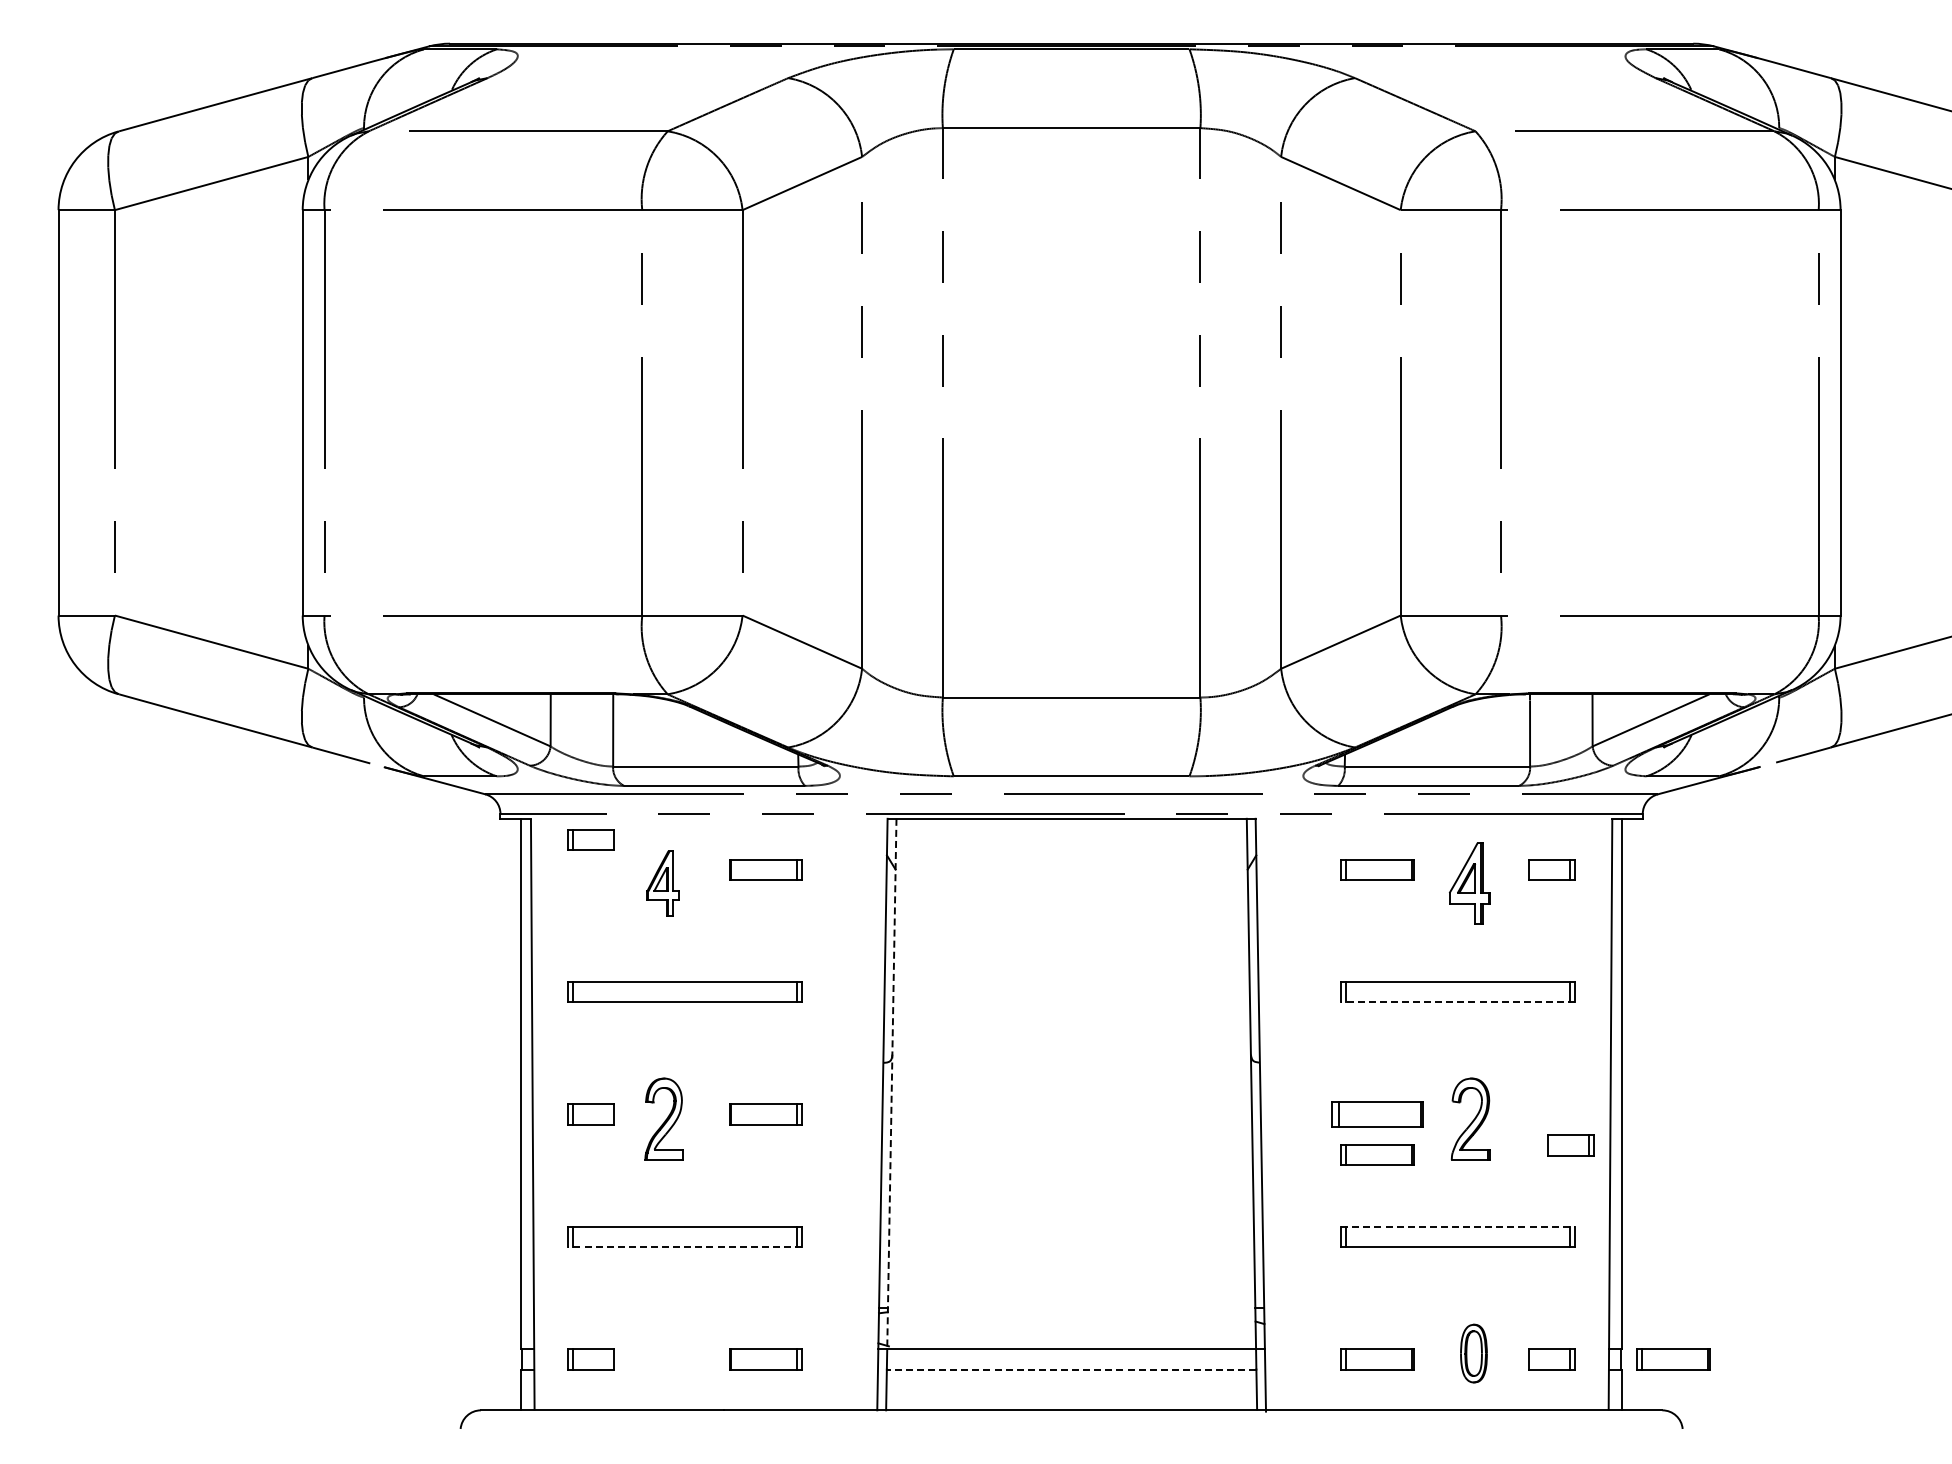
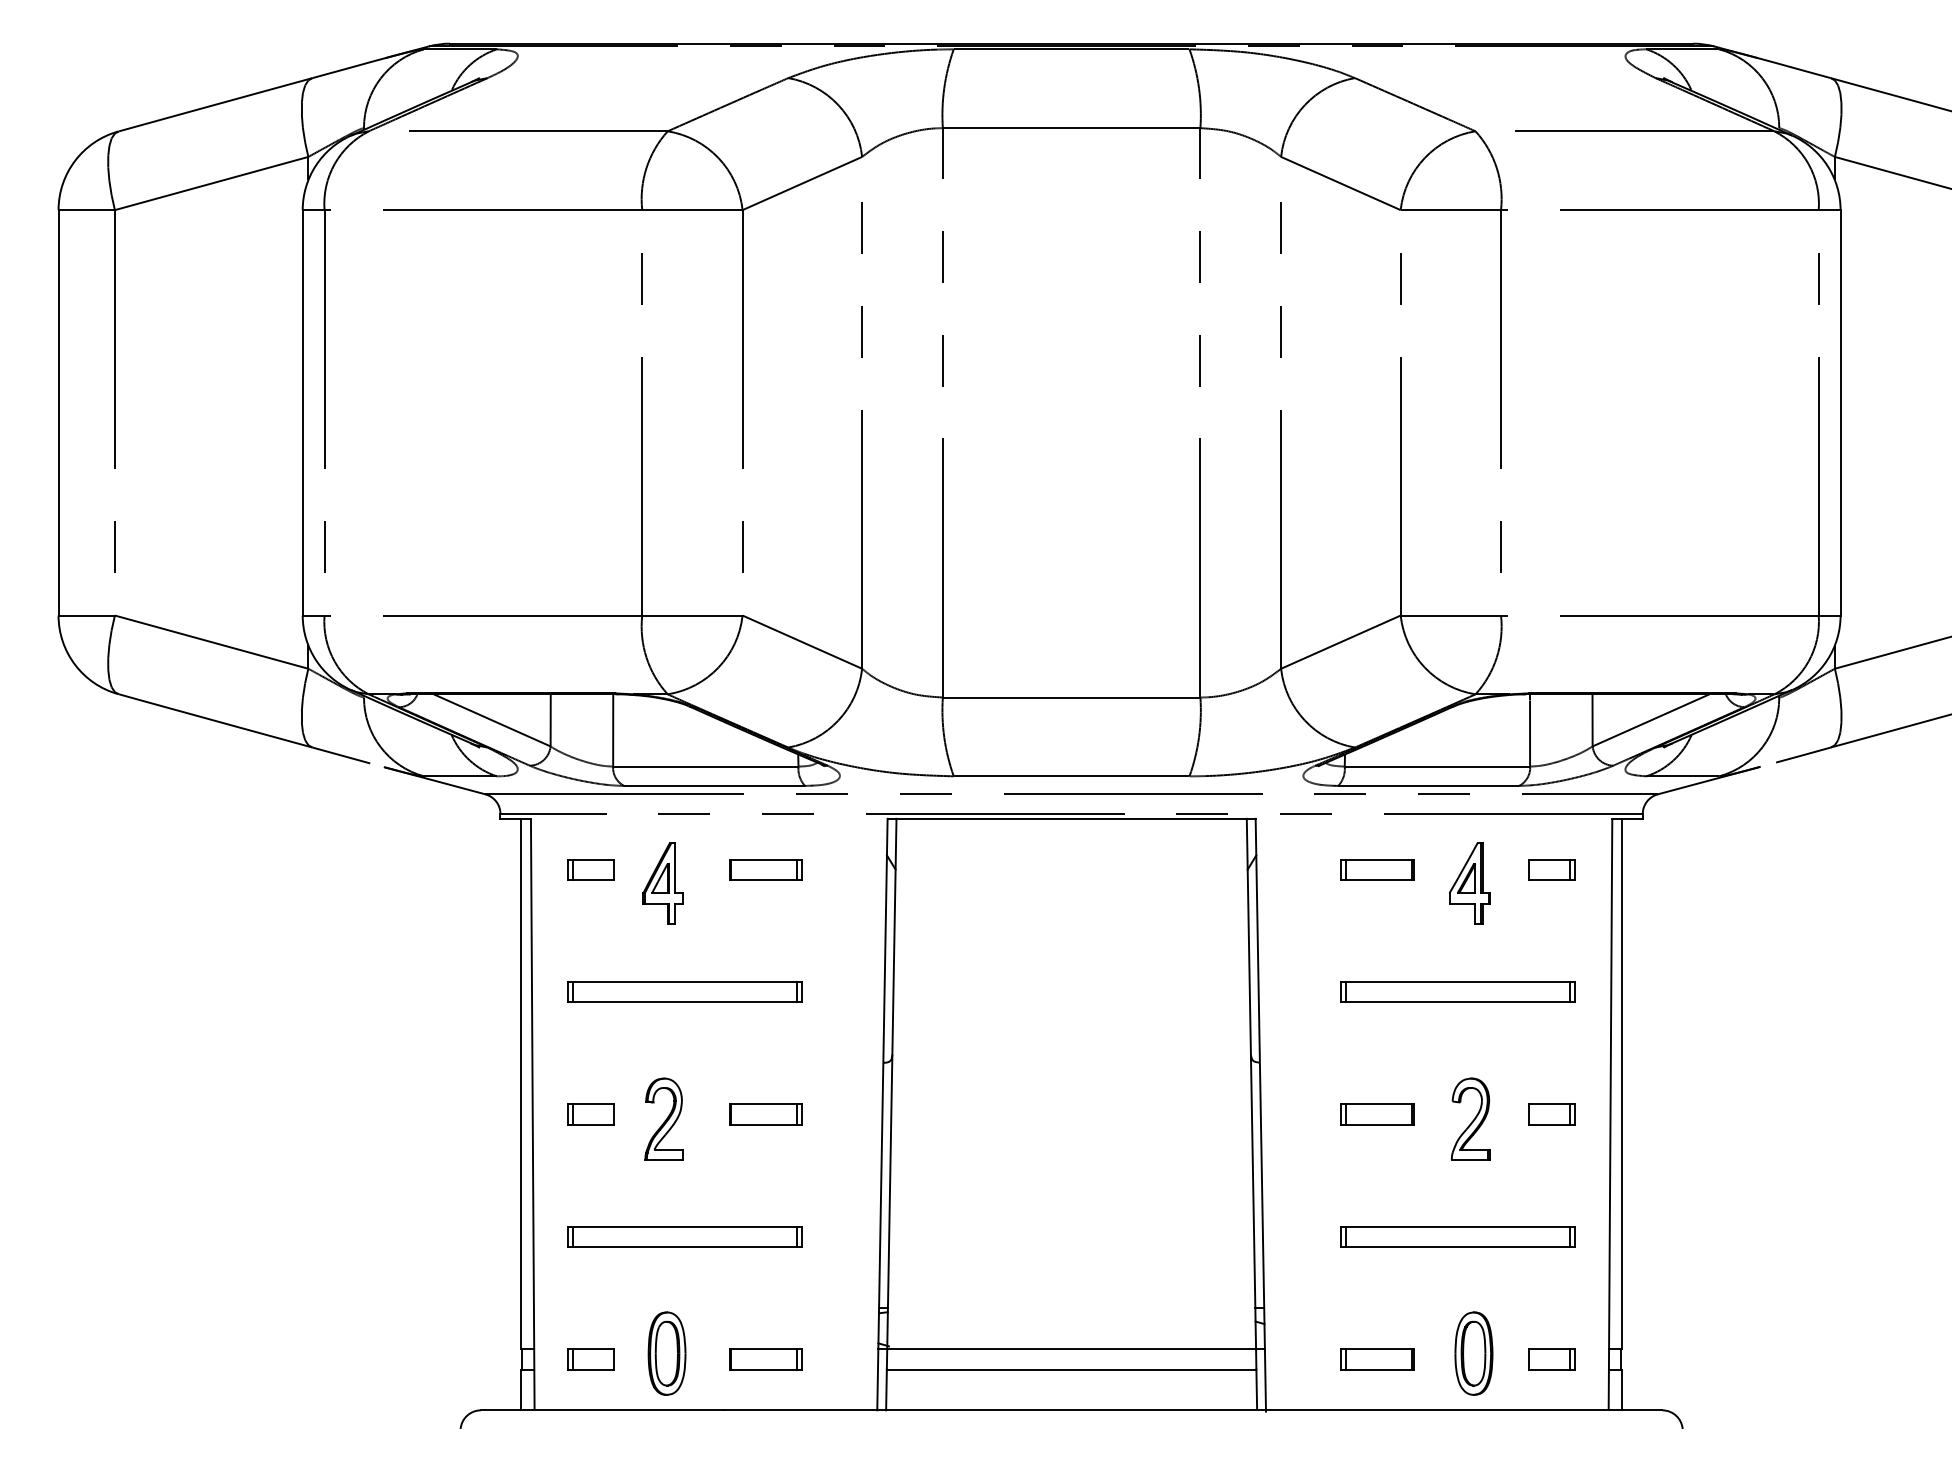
part at (590, 839) position: (590, 839) -> (590, 869)
part at (662, 883) size: 34x67 px -> 42x83 px
line at (1458, 1002): dashed -> solid
line at (891, 1084): dashed -> solid
part at (1377, 1114) size: 93x27 px -> 75x23 px
part at (1570, 1145) position: (1570, 1145) -> (1551, 1114)
part at (1377, 1154): present -> none
line at (1458, 1226): dashed -> solid
line at (685, 1247): dashed -> solid
part at (666, 1353): none -> present
part at (1473, 1353) size: 28x61 px -> 40x85 px
part at (1673, 1359): present -> none
line at (1071, 1369): dashed -> solid
